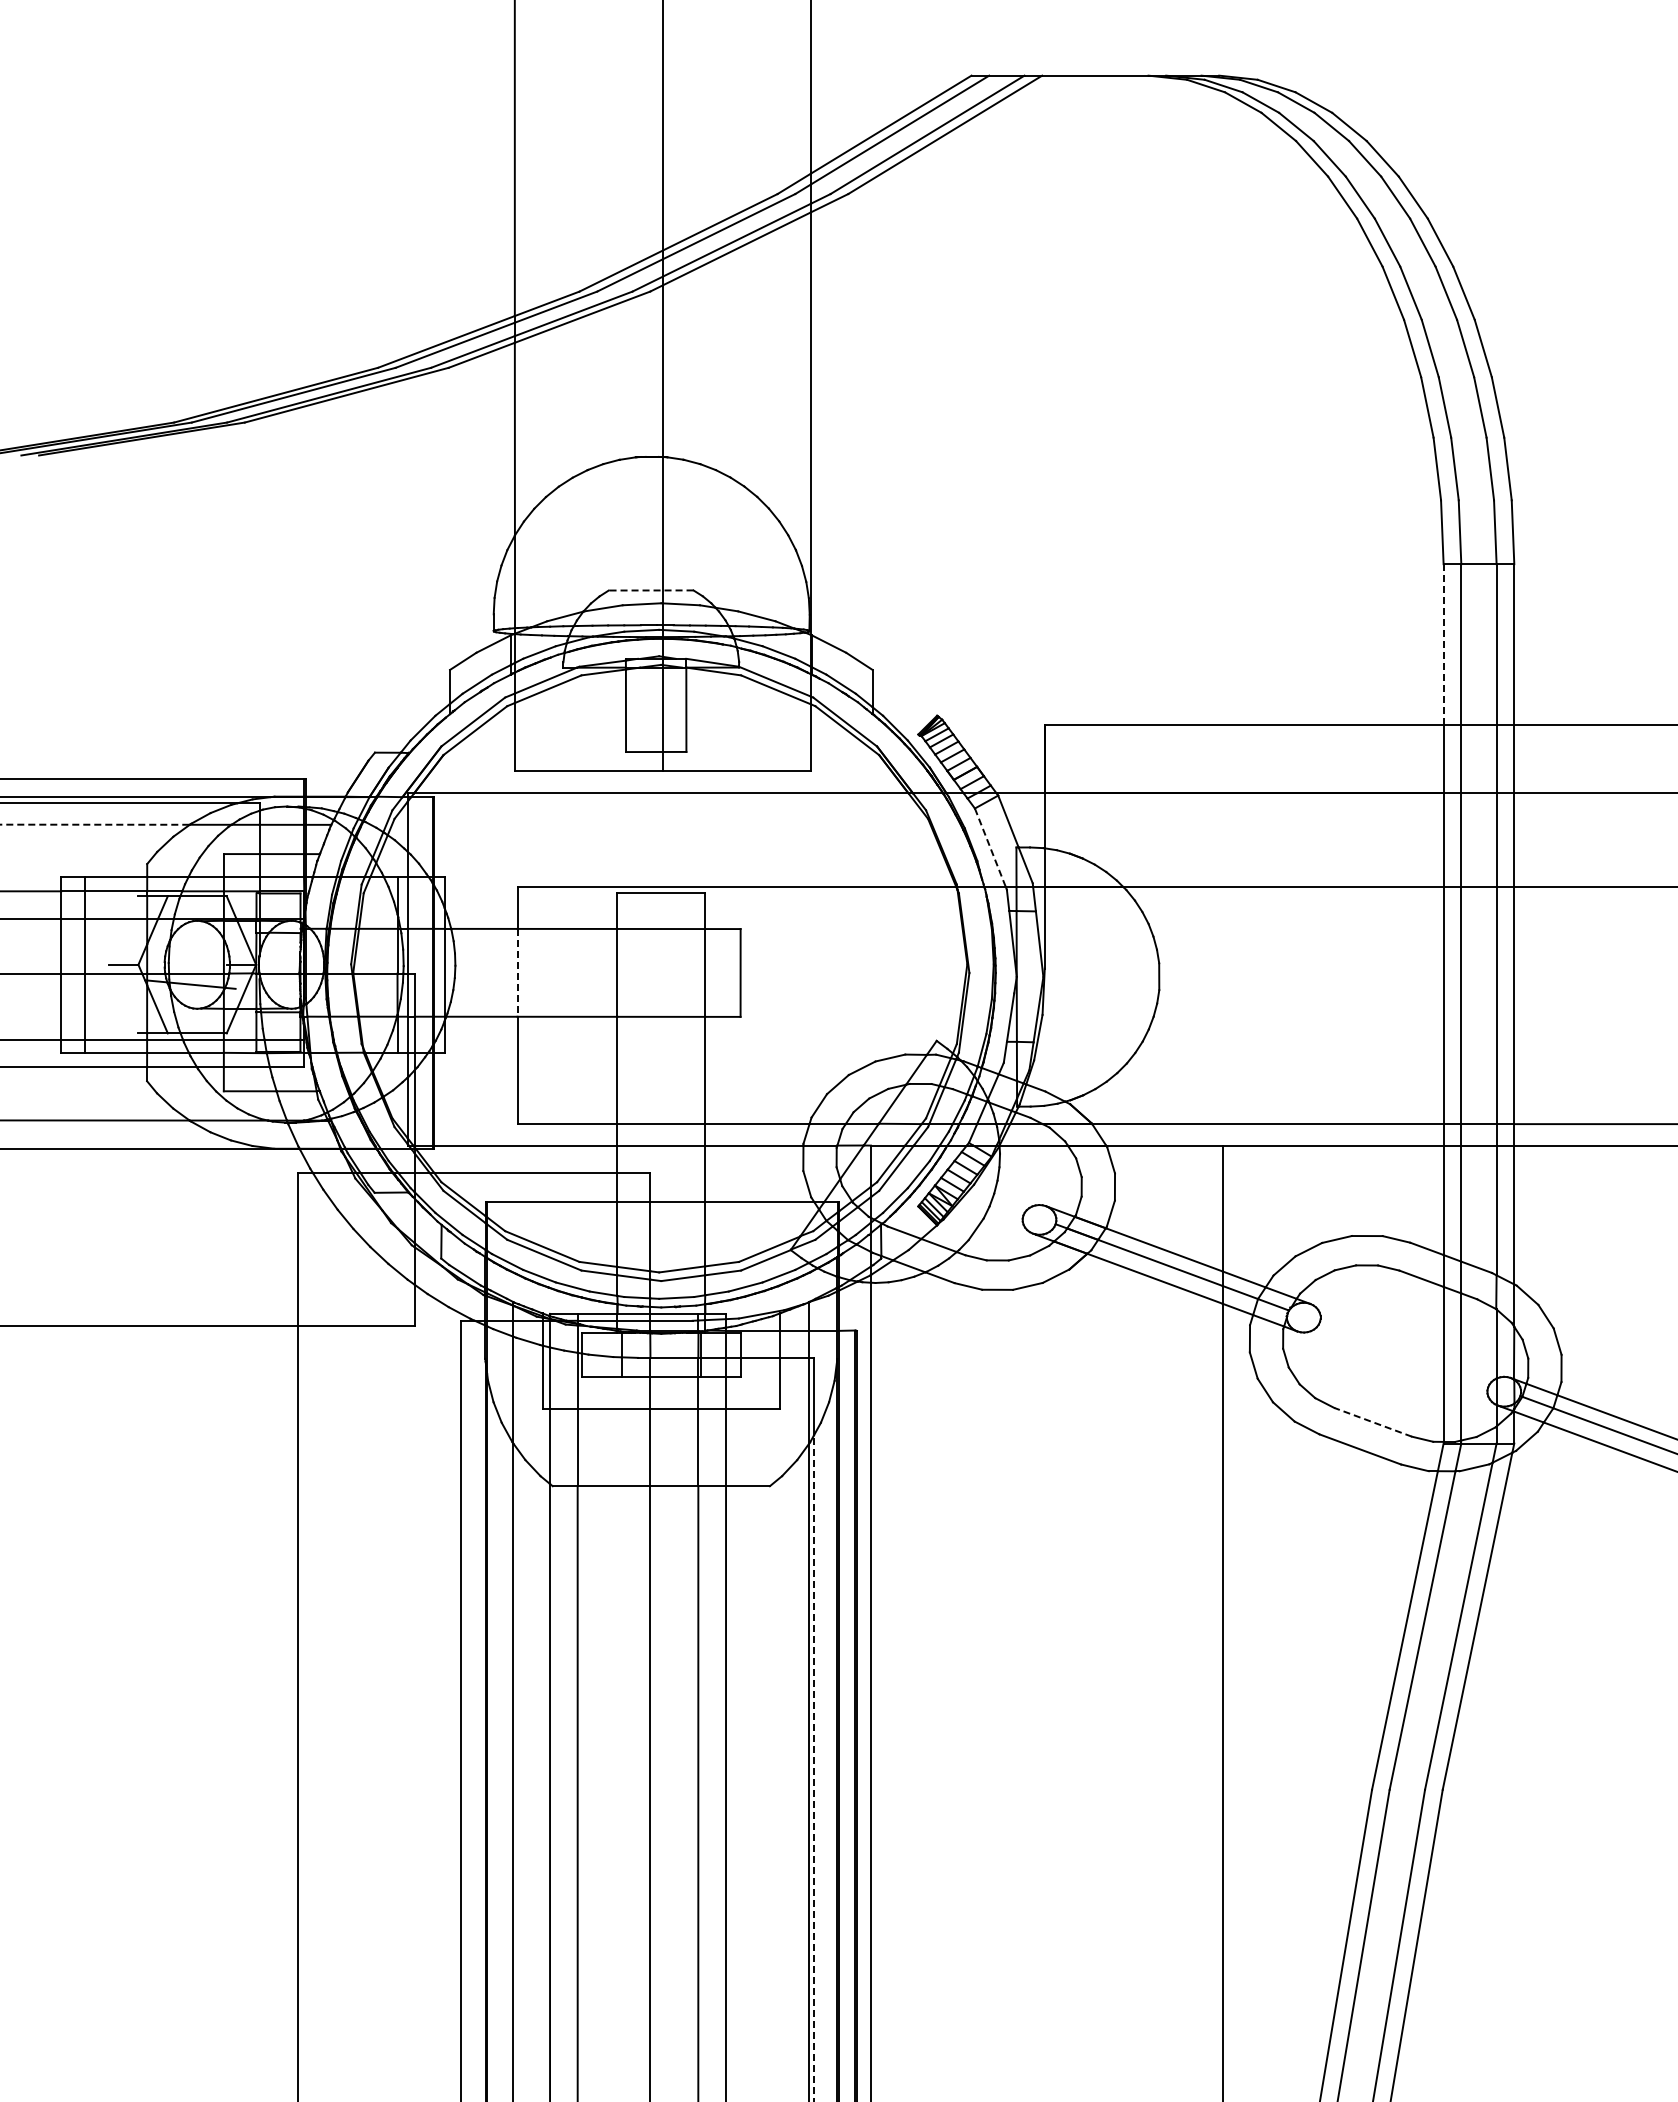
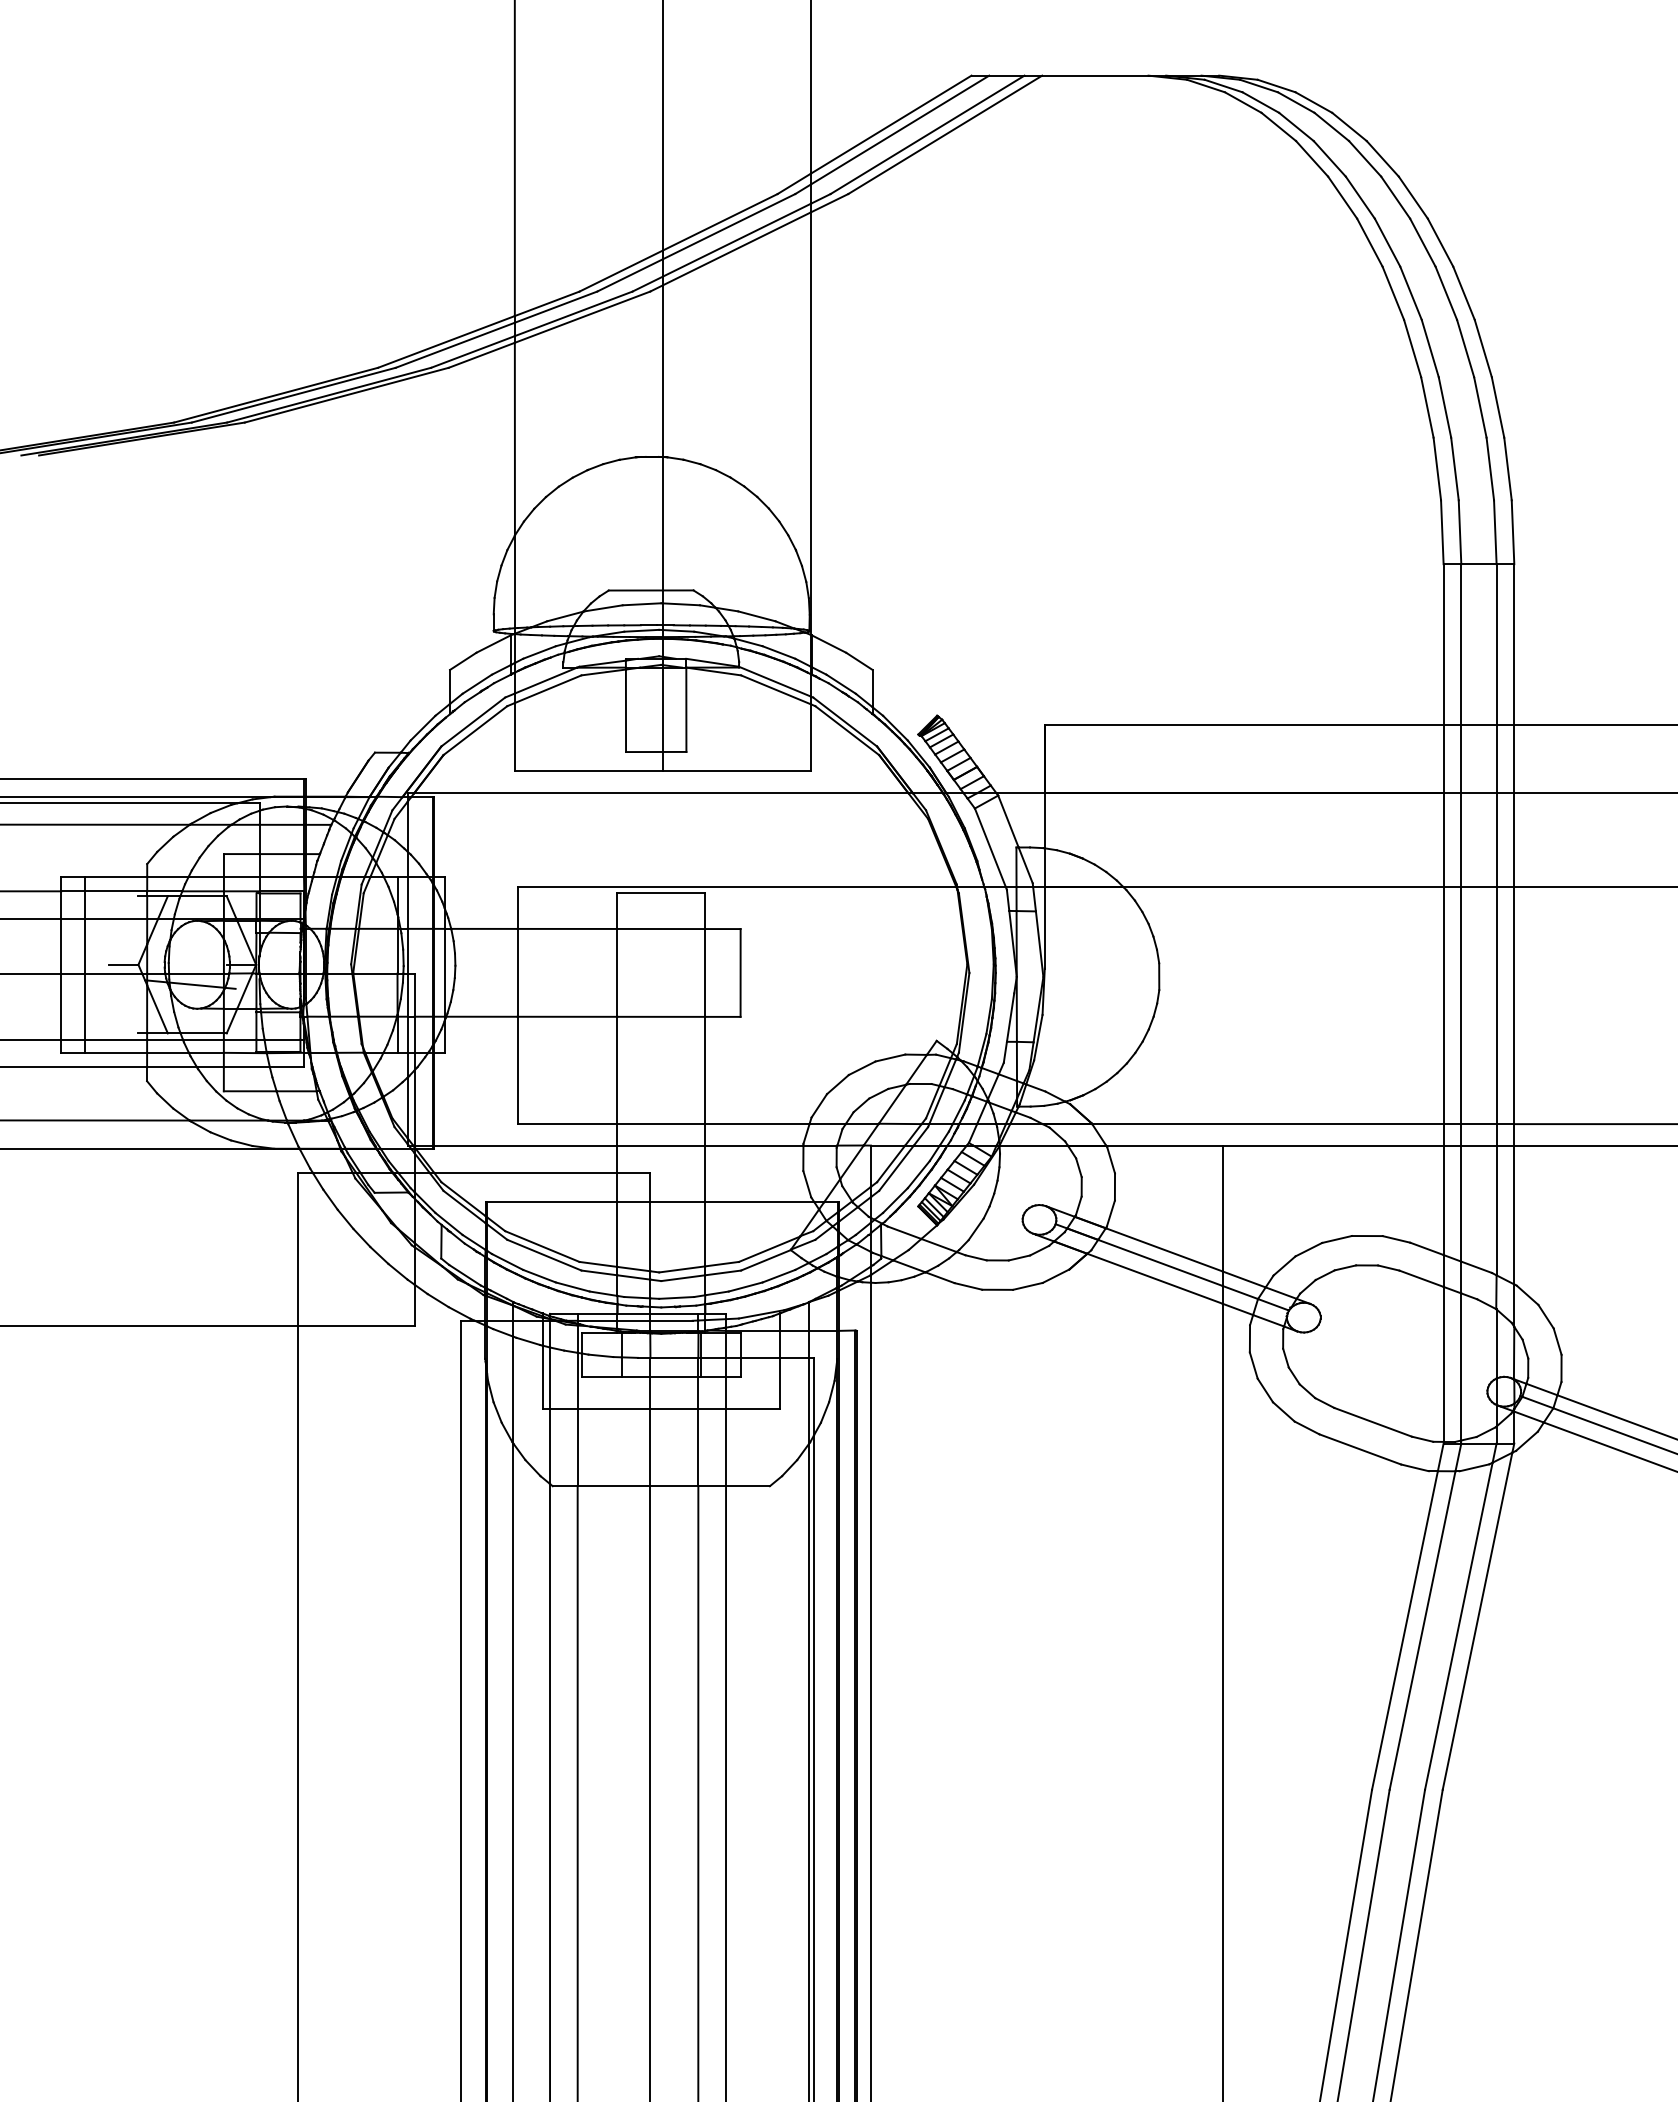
line at (650, 590): dashed -> solid
line at (1443, 644): dashed -> solid
line at (95, 824): dashed -> solid
line at (990, 848): dashed -> solid
line at (517, 972): dashed -> solid
line at (1372, 1422): dashed -> solid
line at (814, 1768): dashed -> solid
